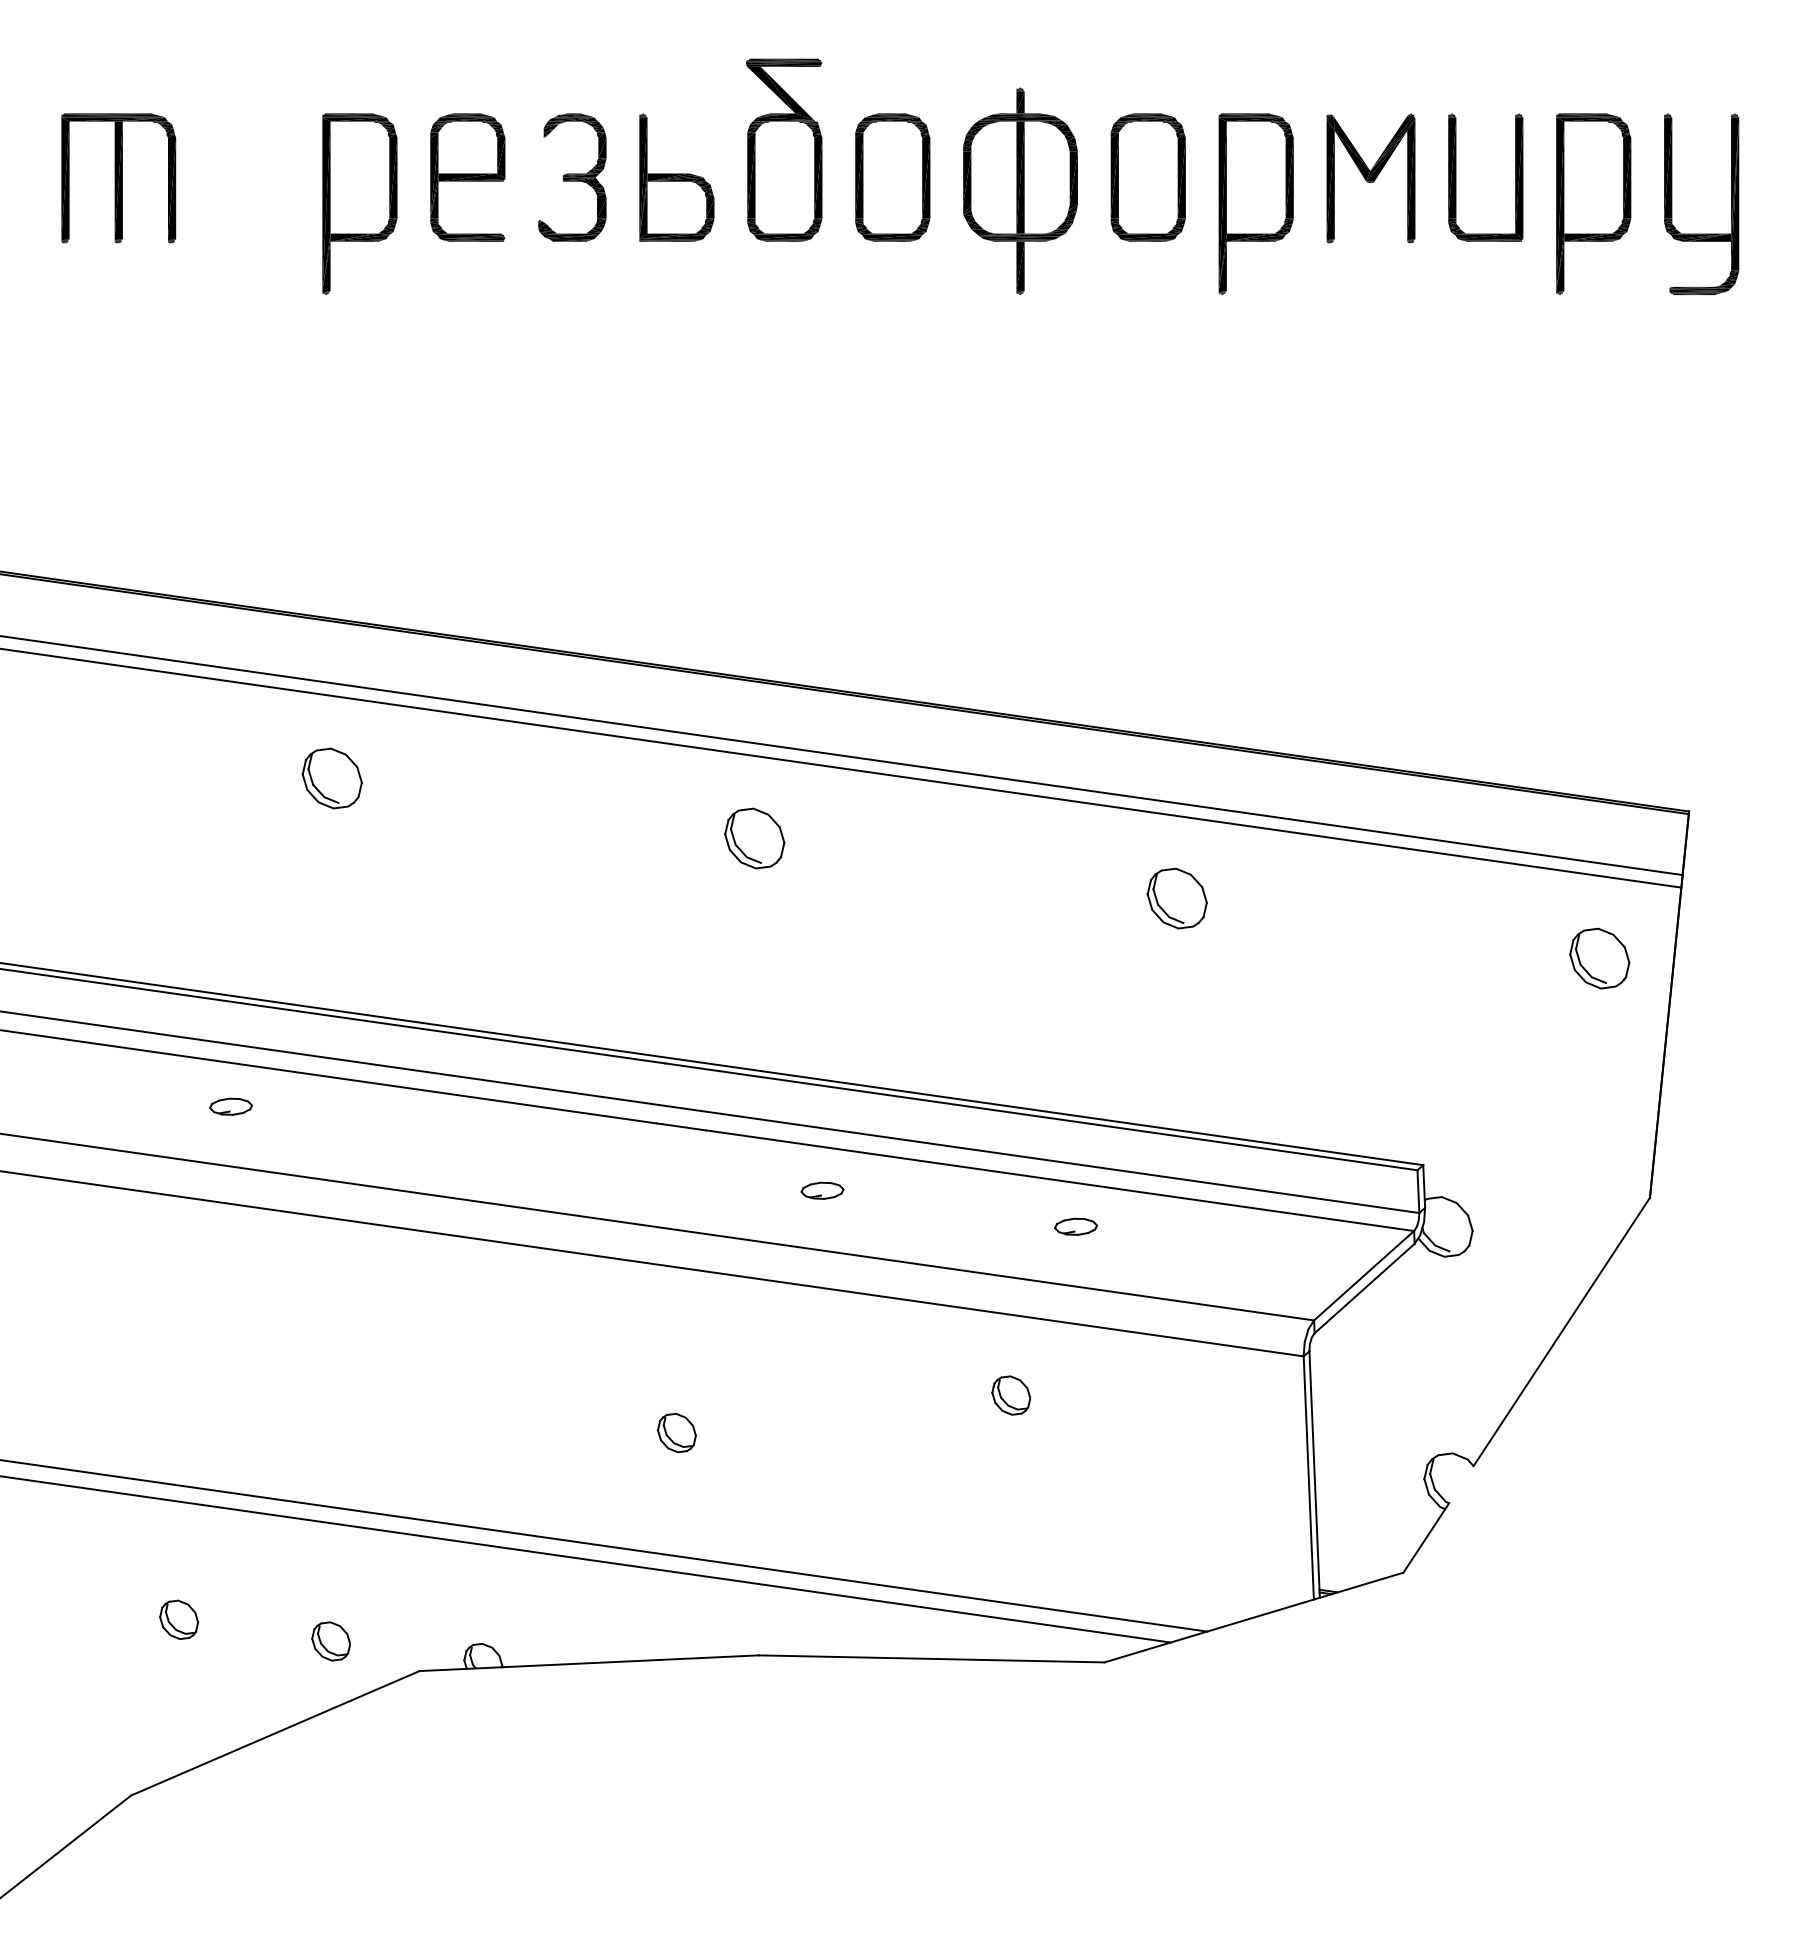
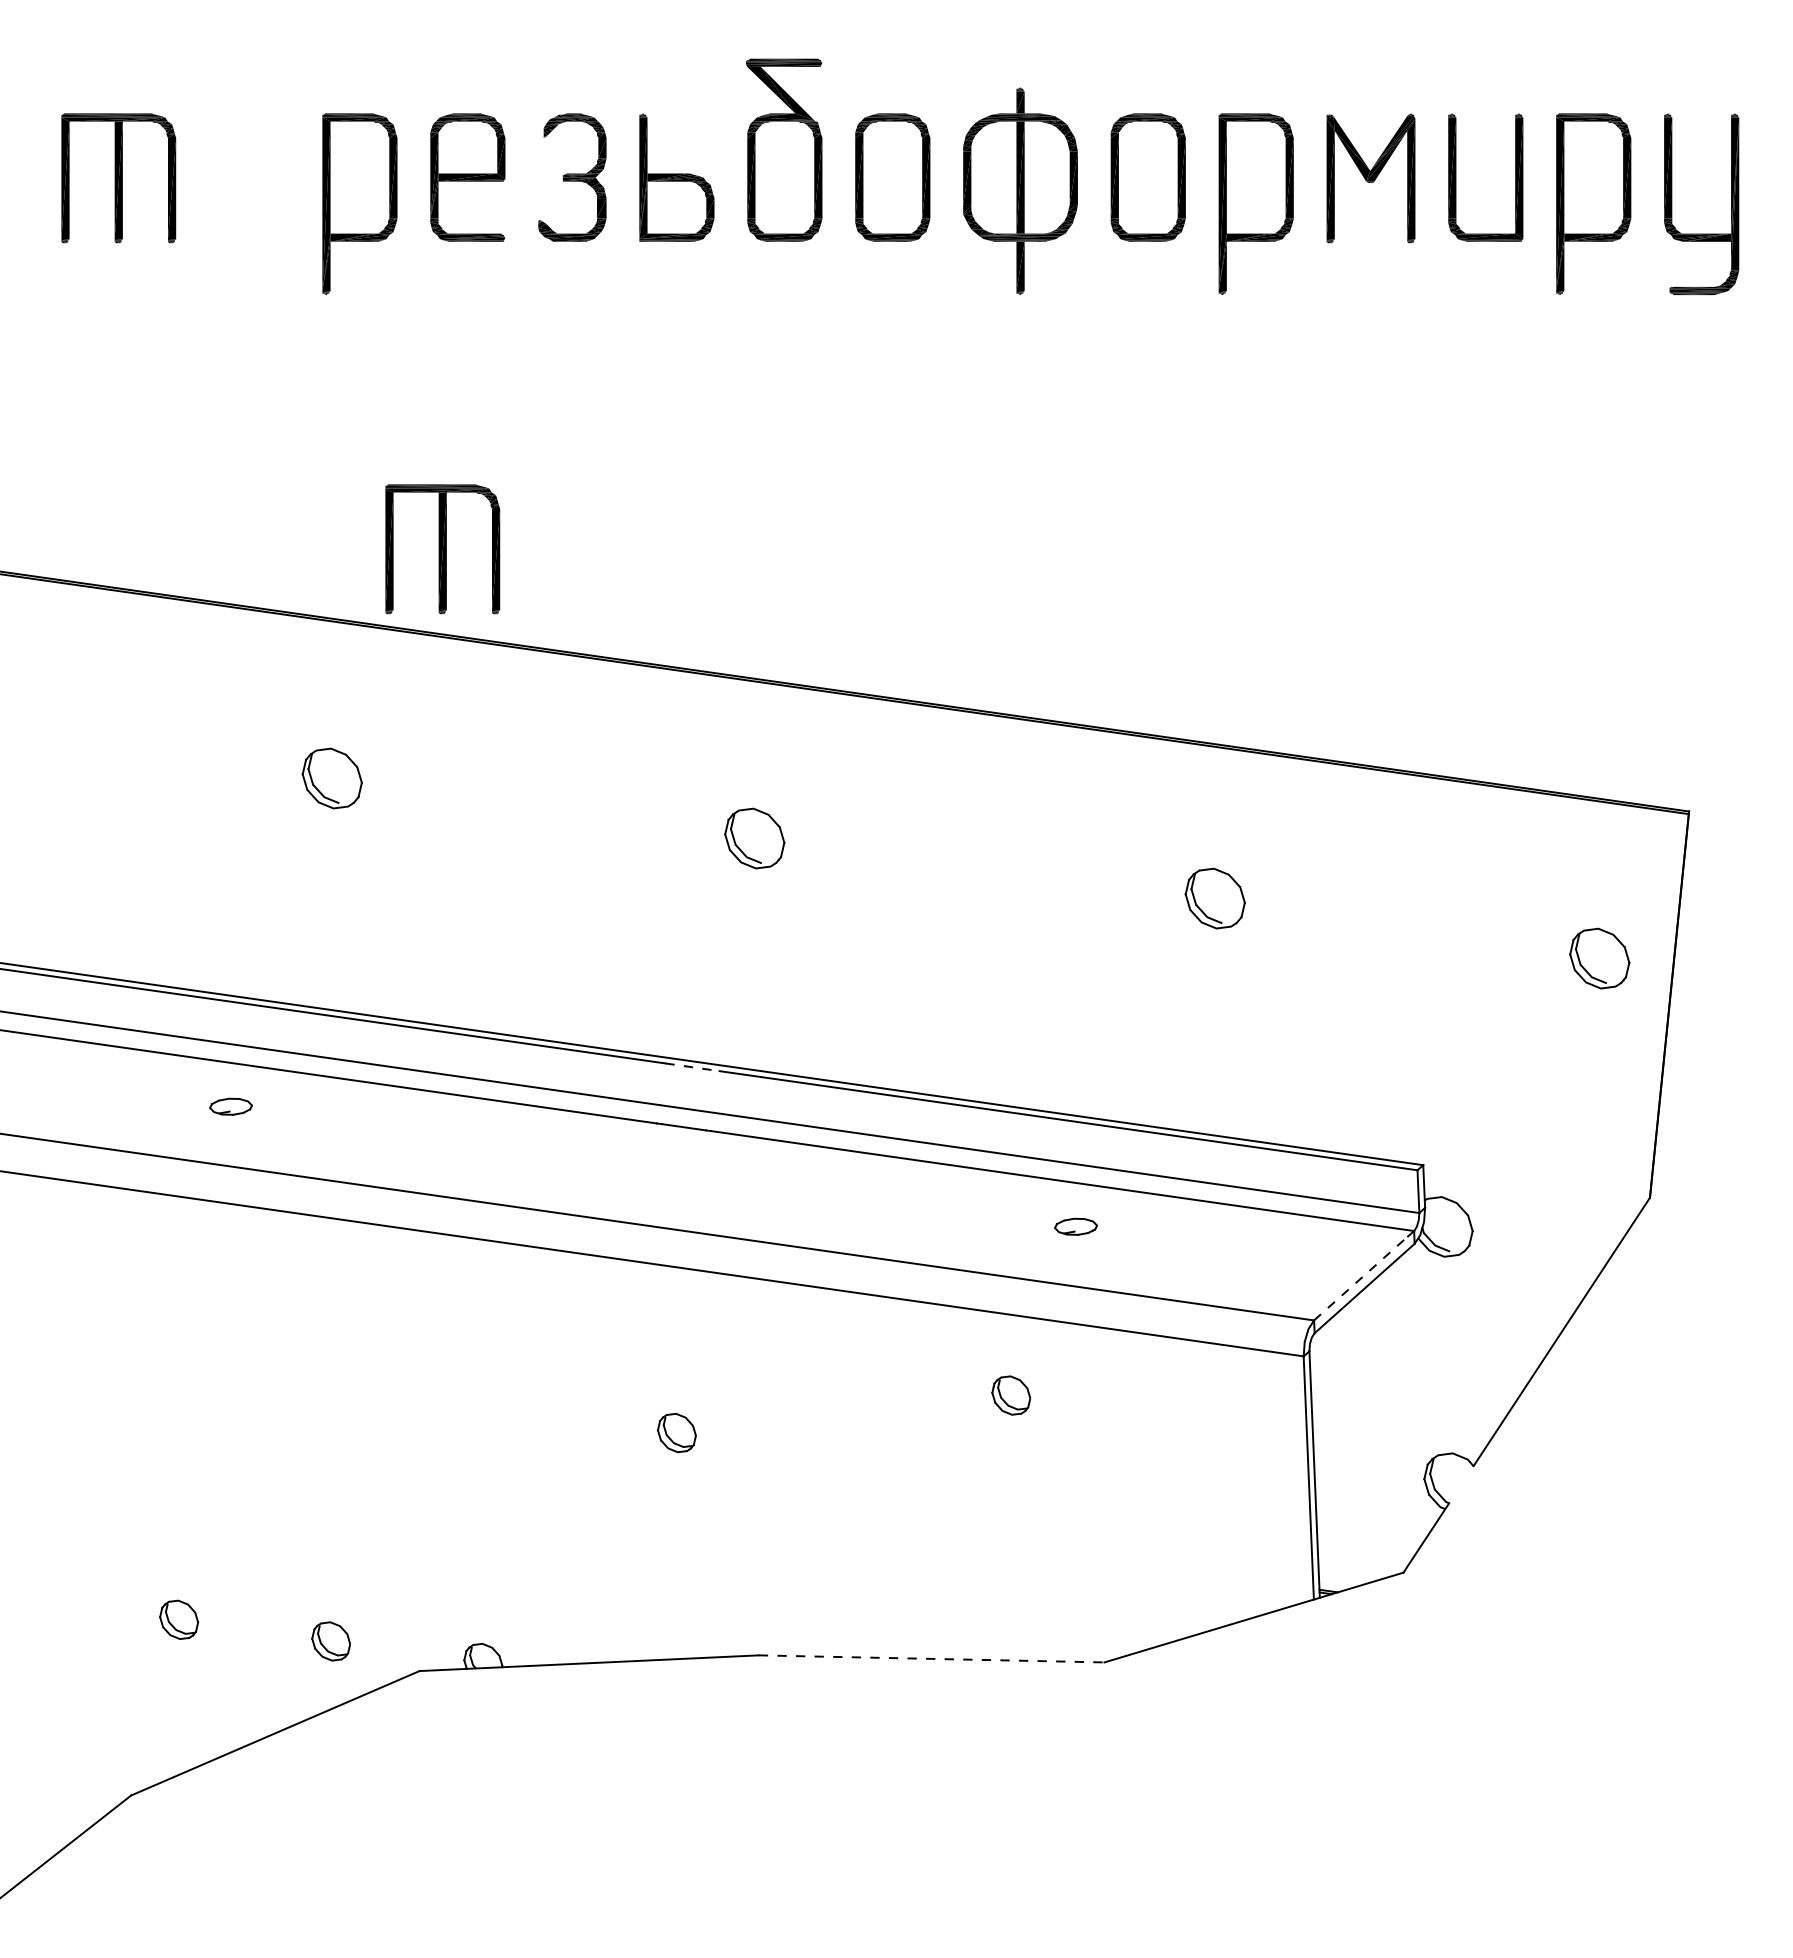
part at (442, 549): none -> present
line at (842, 755): present -> none
line at (841, 768): present -> none
part at (1176, 898) position: (1176, 898) -> (1214, 898)
line at (693, 1067): solid -> dashed
part at (822, 1190): present -> none
line at (1361, 1278): solid -> dashed
line at (604, 1545): present -> none
line at (586, 1559): present -> none
line at (931, 1658): solid -> dashed
